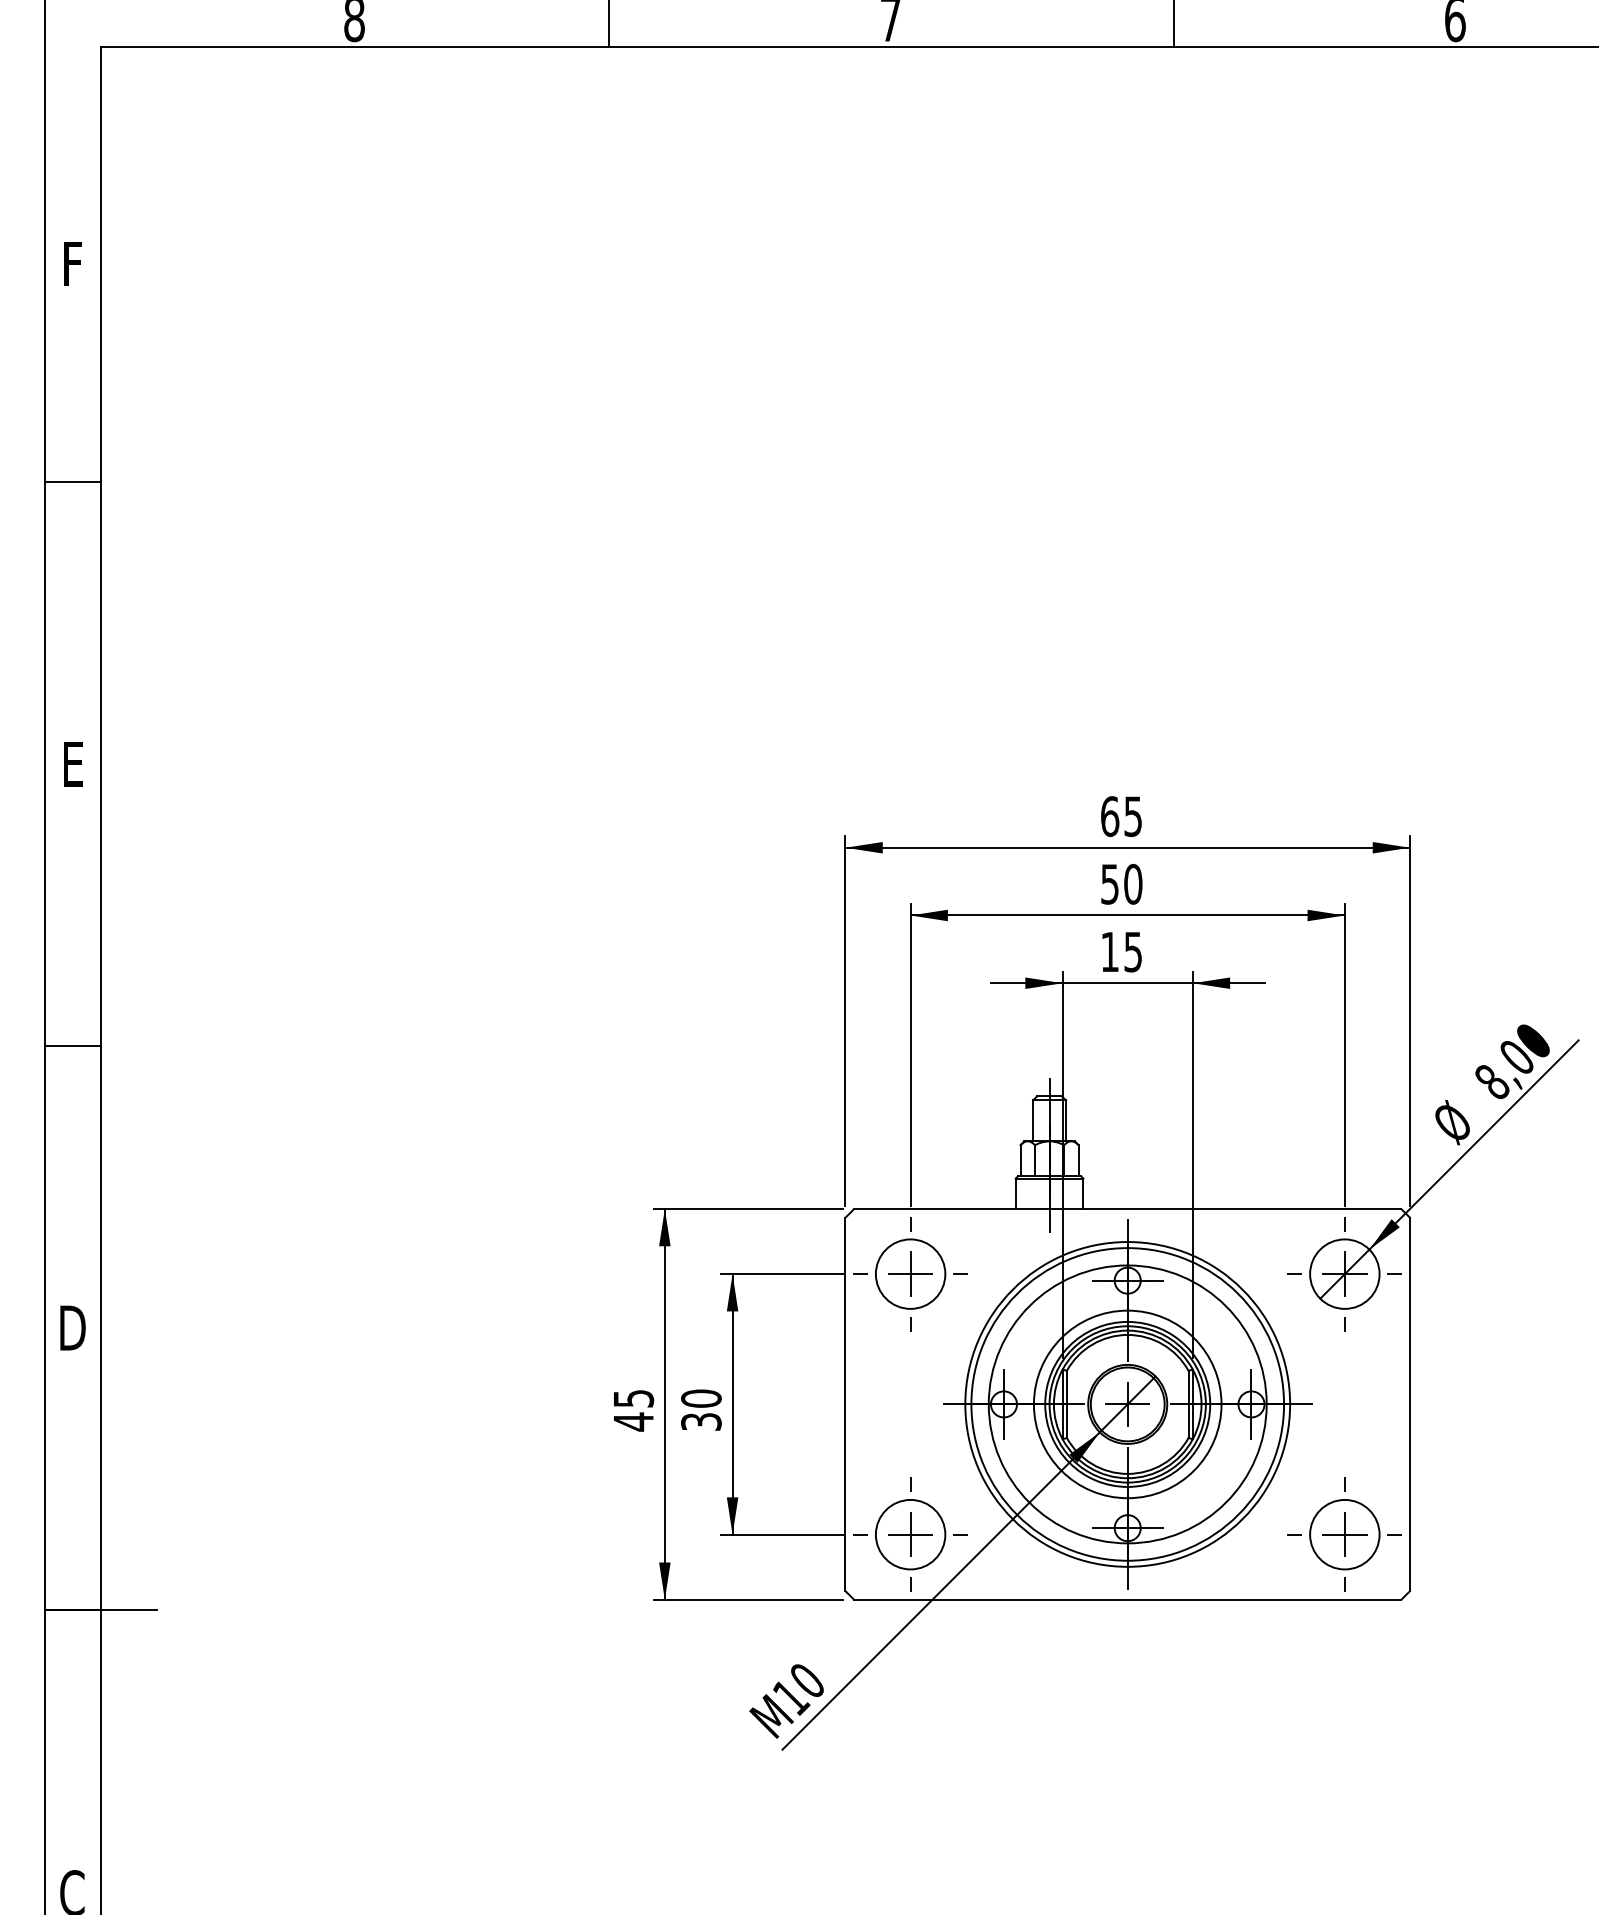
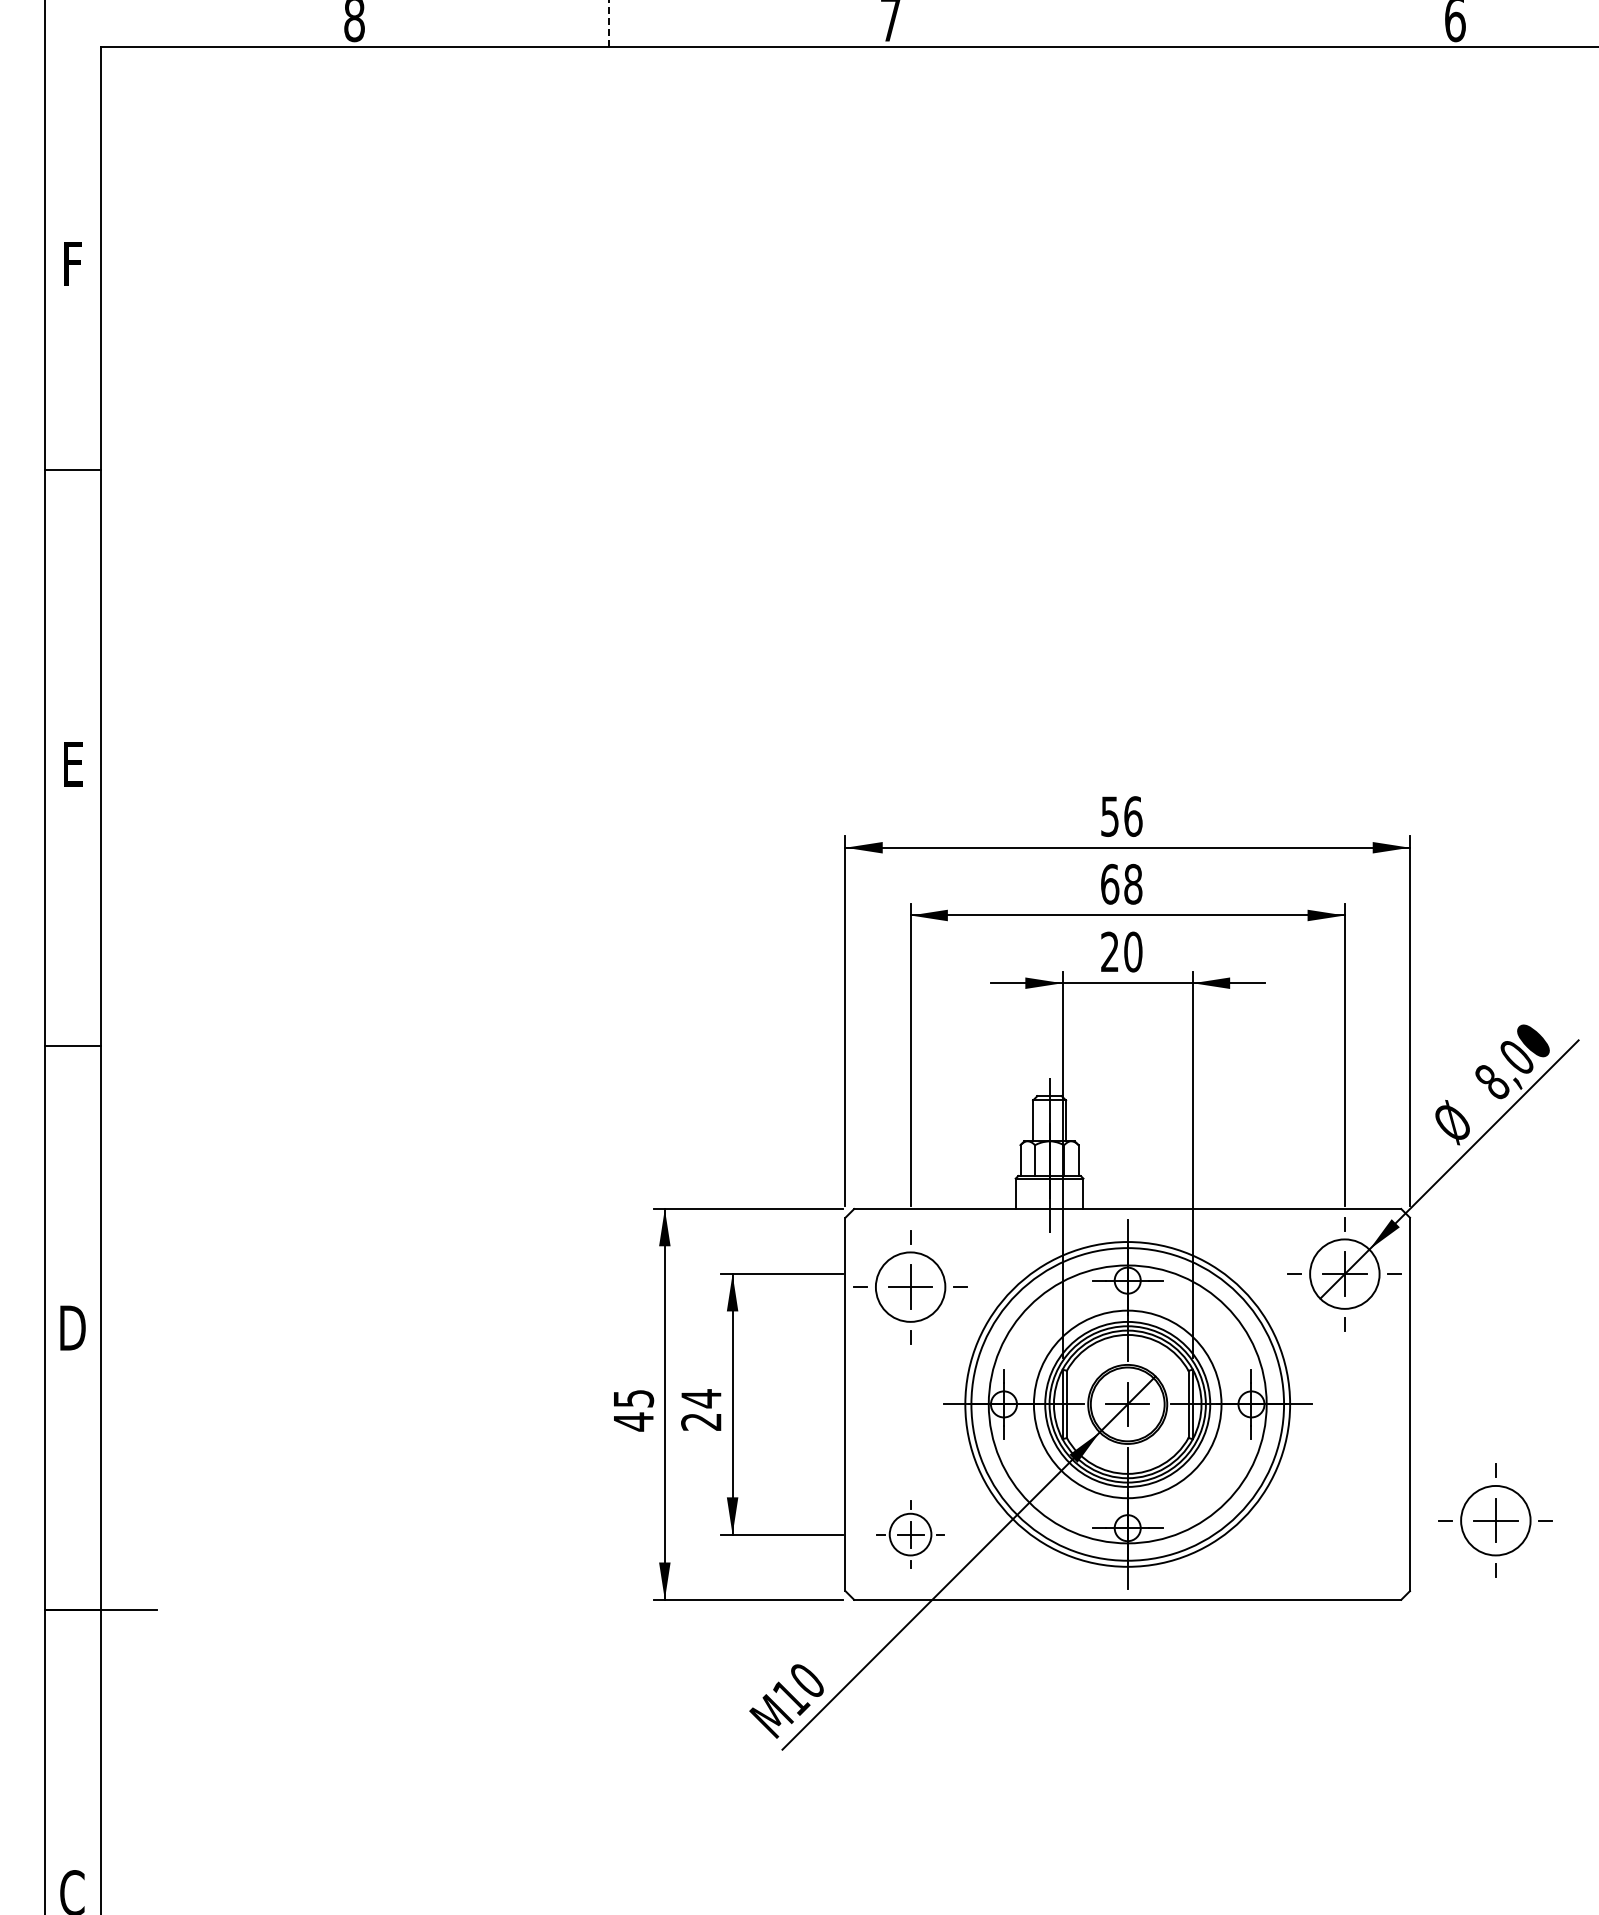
line at (609, 23): solid -> dashed
line at (1173, 24): present -> none
line at (72, 481) position: (72, 481) -> (72, 469)
text at (1121, 816): 65 -> 56
text at (1121, 883): 50 -> 68
text at (1121, 951): 15 -> 20
part at (910, 1274) position: (910, 1274) -> (910, 1287)
text at (701, 1409): 30 -> 24
part at (910, 1534) size: 115x115 px -> 69x69 px
part at (1344, 1534) position: (1344, 1534) -> (1495, 1520)
